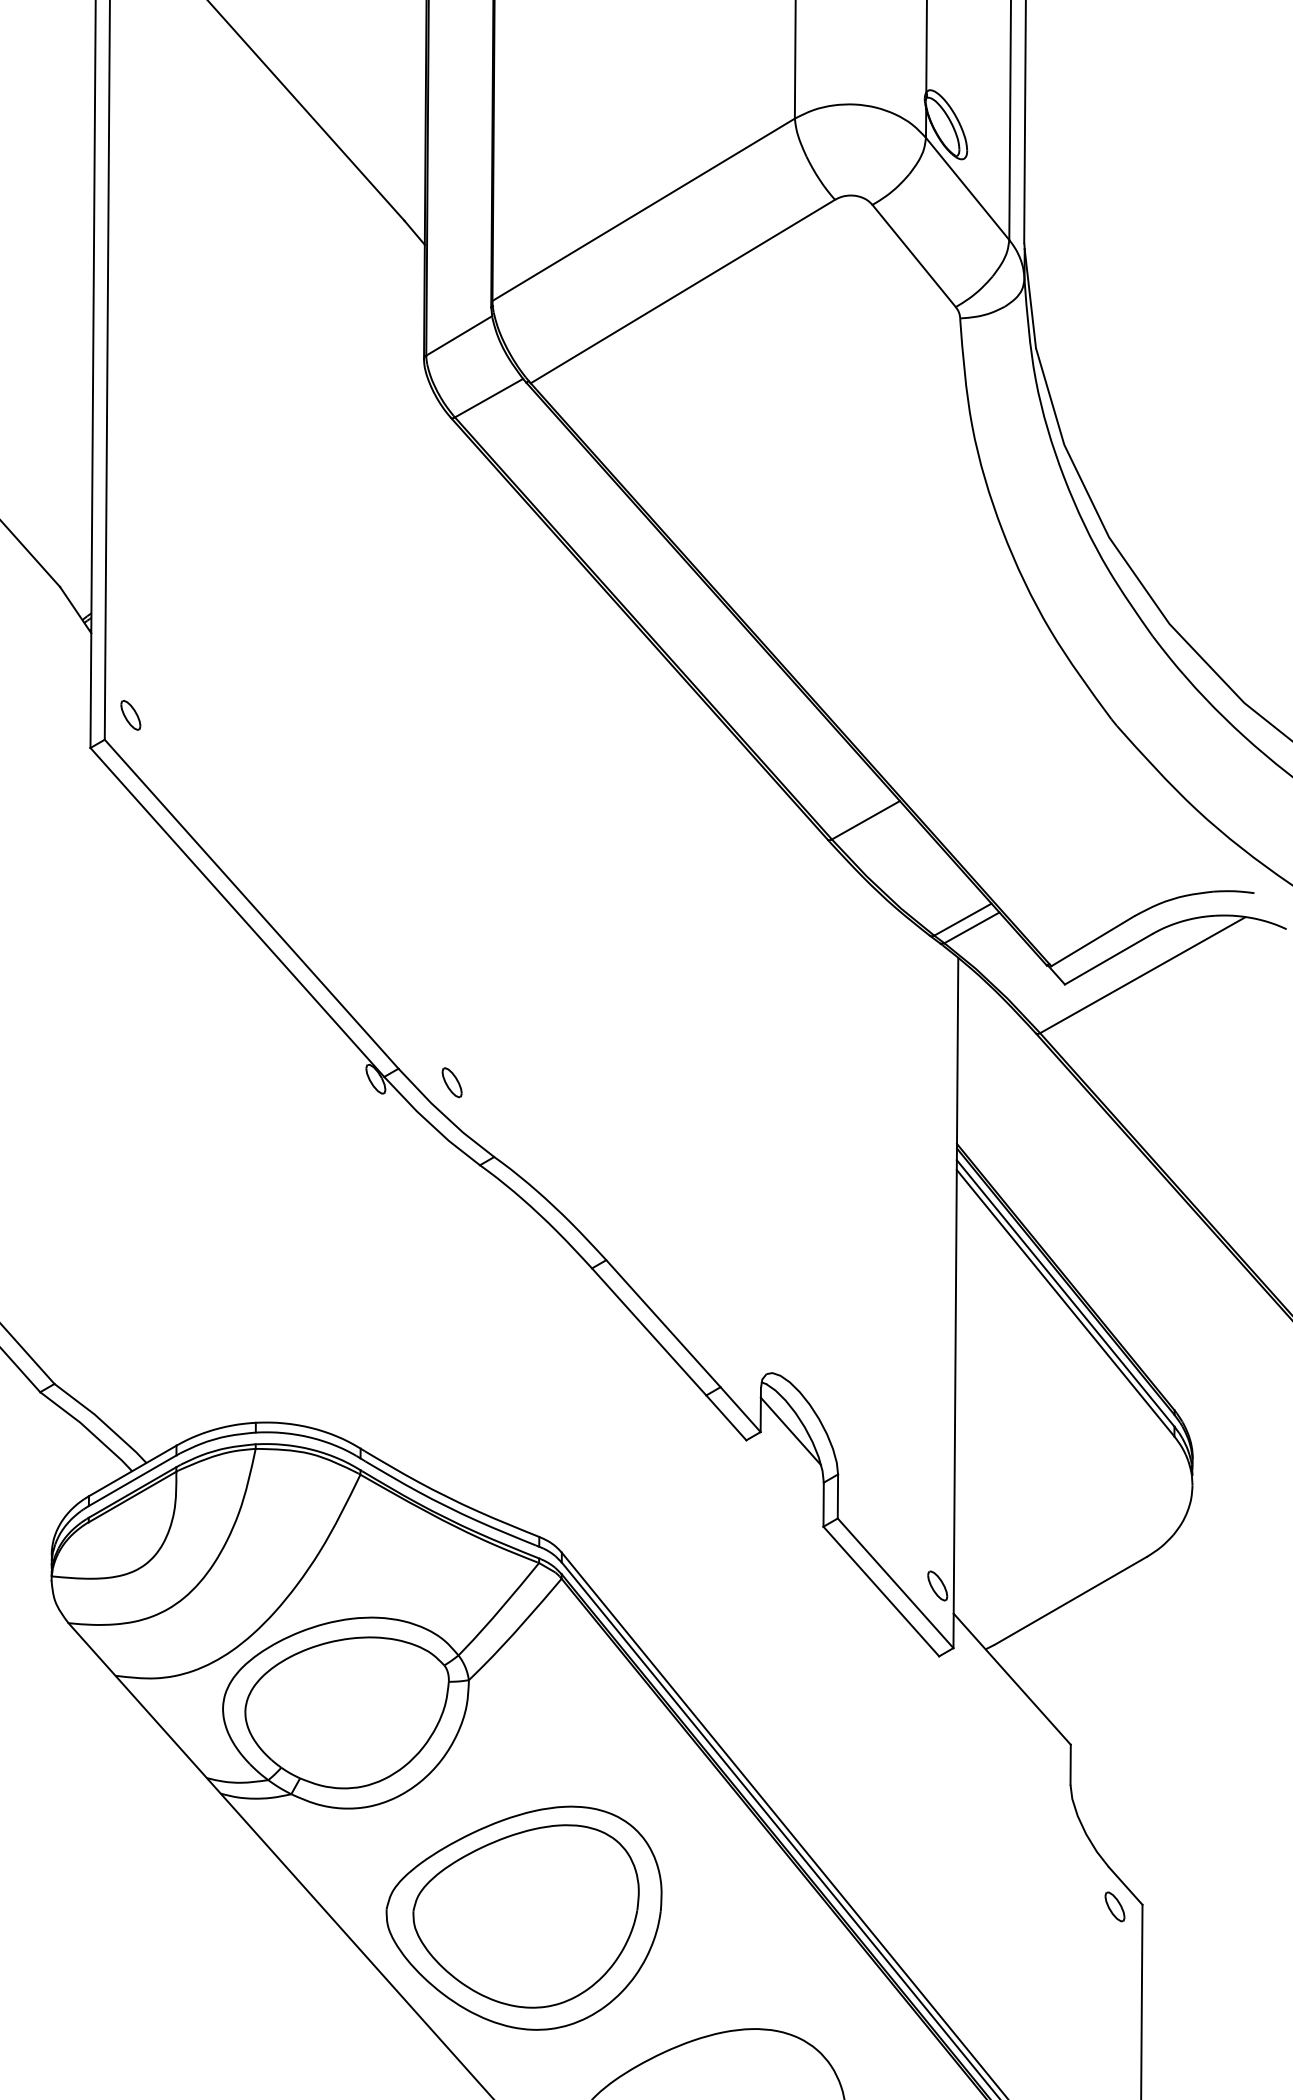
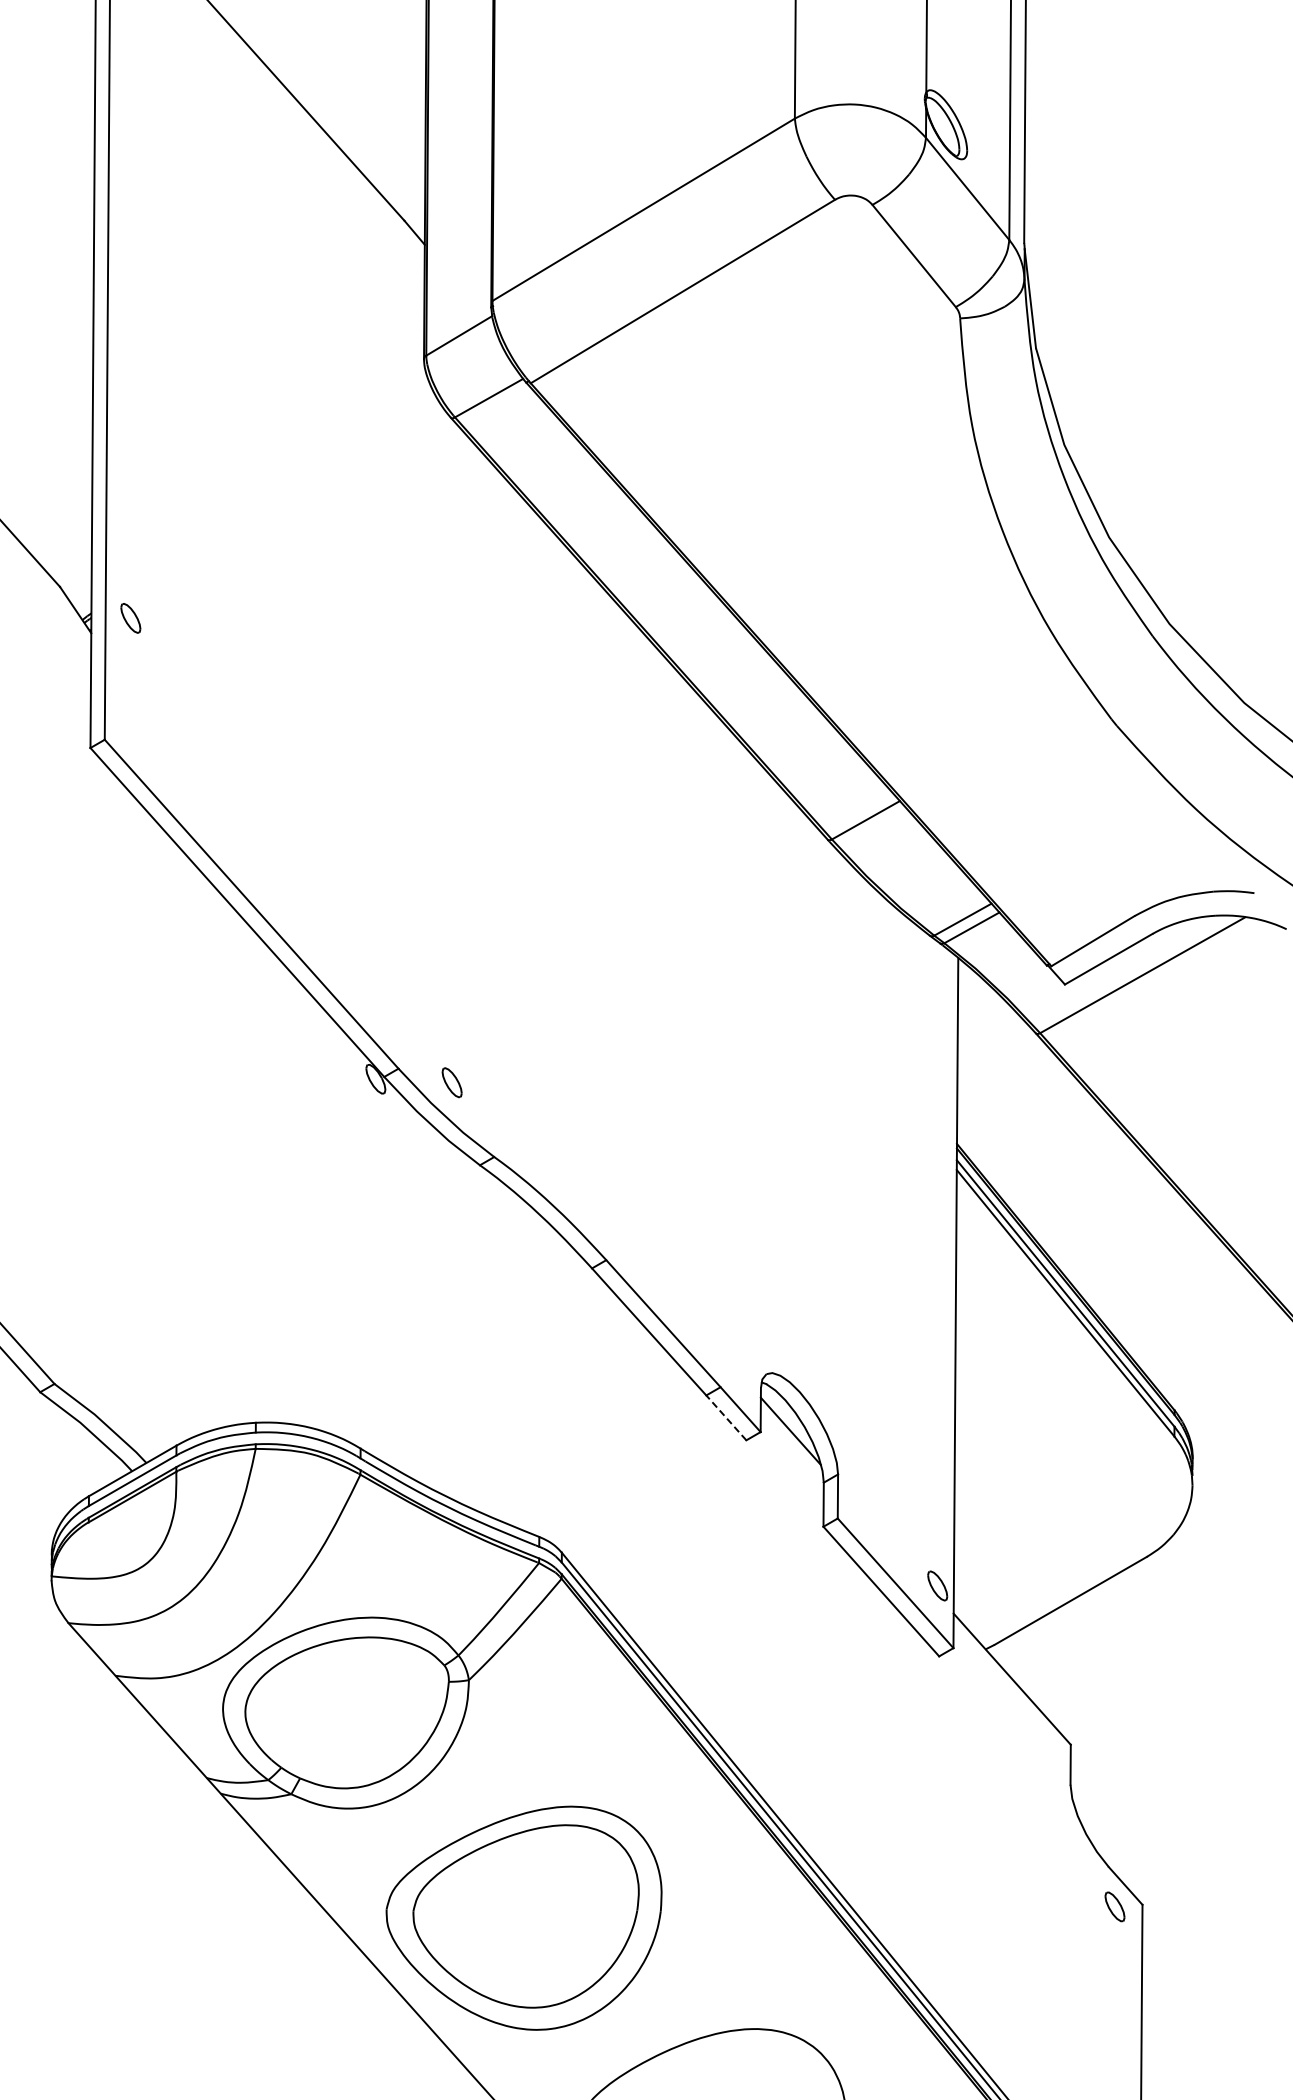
part at (130, 715) position: (130, 715) -> (130, 618)
line at (726, 1417): solid -> dashed
